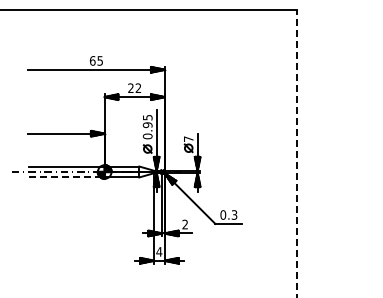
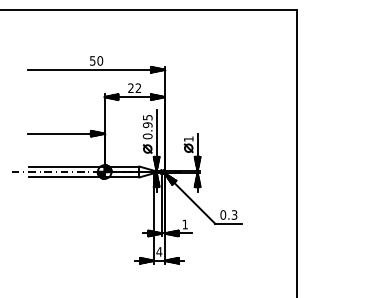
text at (96, 60): 65 -> 50
text at (188, 138): 7 -> 1
line at (297, 153): dashed -> solid
line at (66, 177): dashed -> solid
text at (184, 224): 2 -> 1
